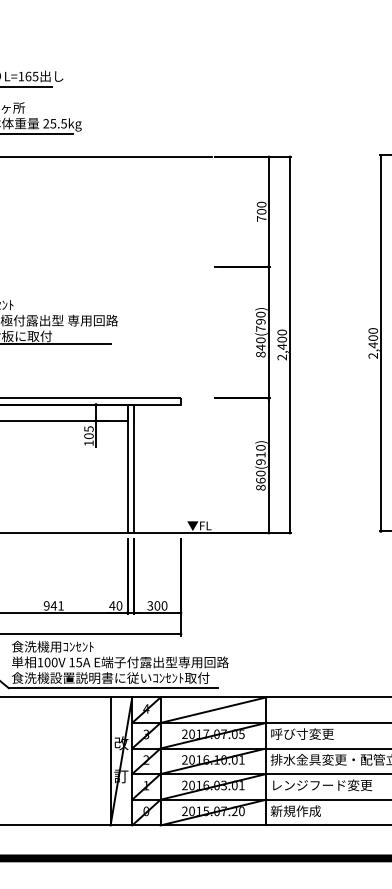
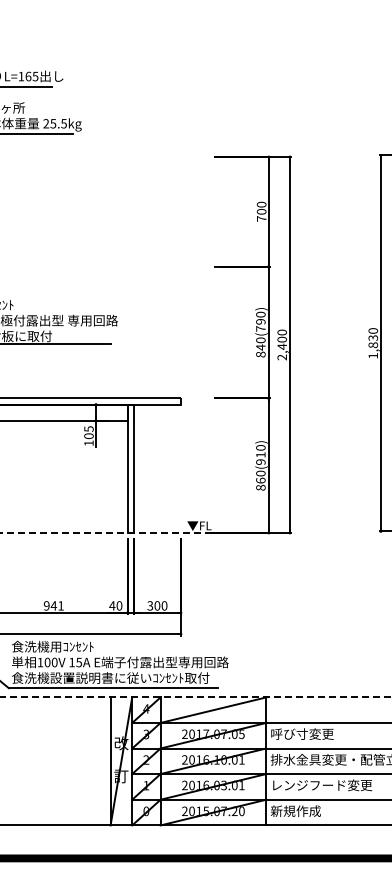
line at (107, 156): present -> none
text at (373, 346): 2,400 -> 1,830
line at (106, 533): solid -> dashed
line at (196, 697): solid -> dashed
